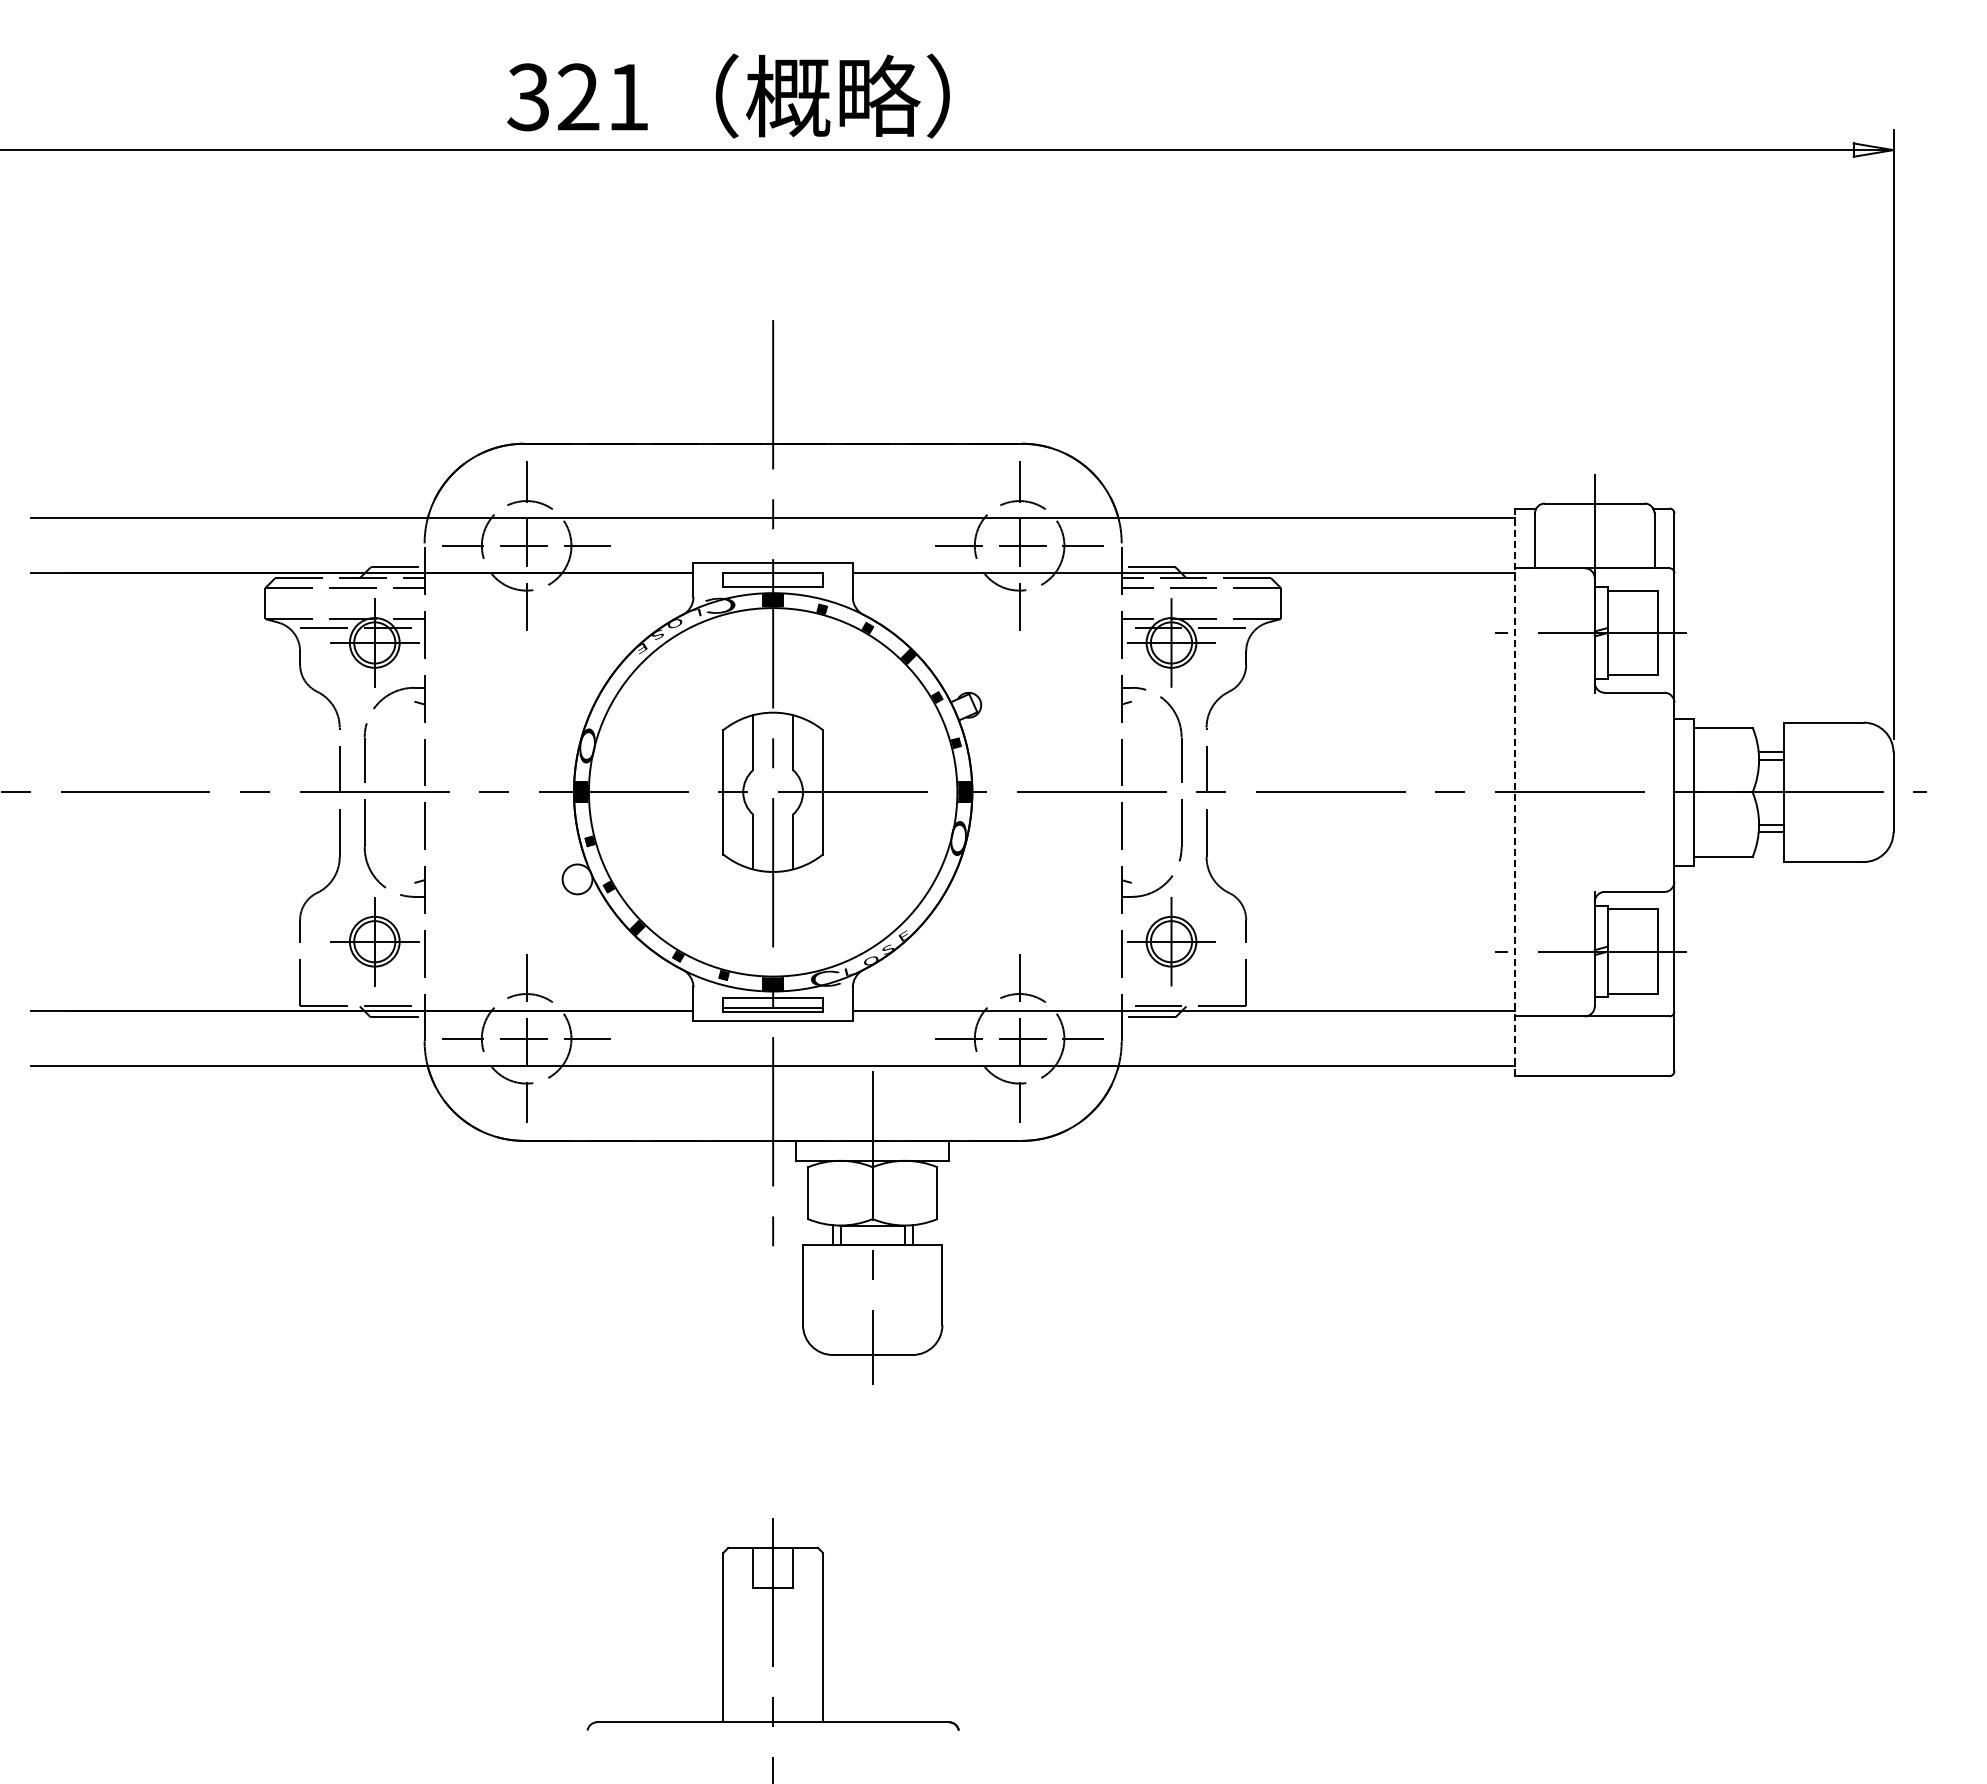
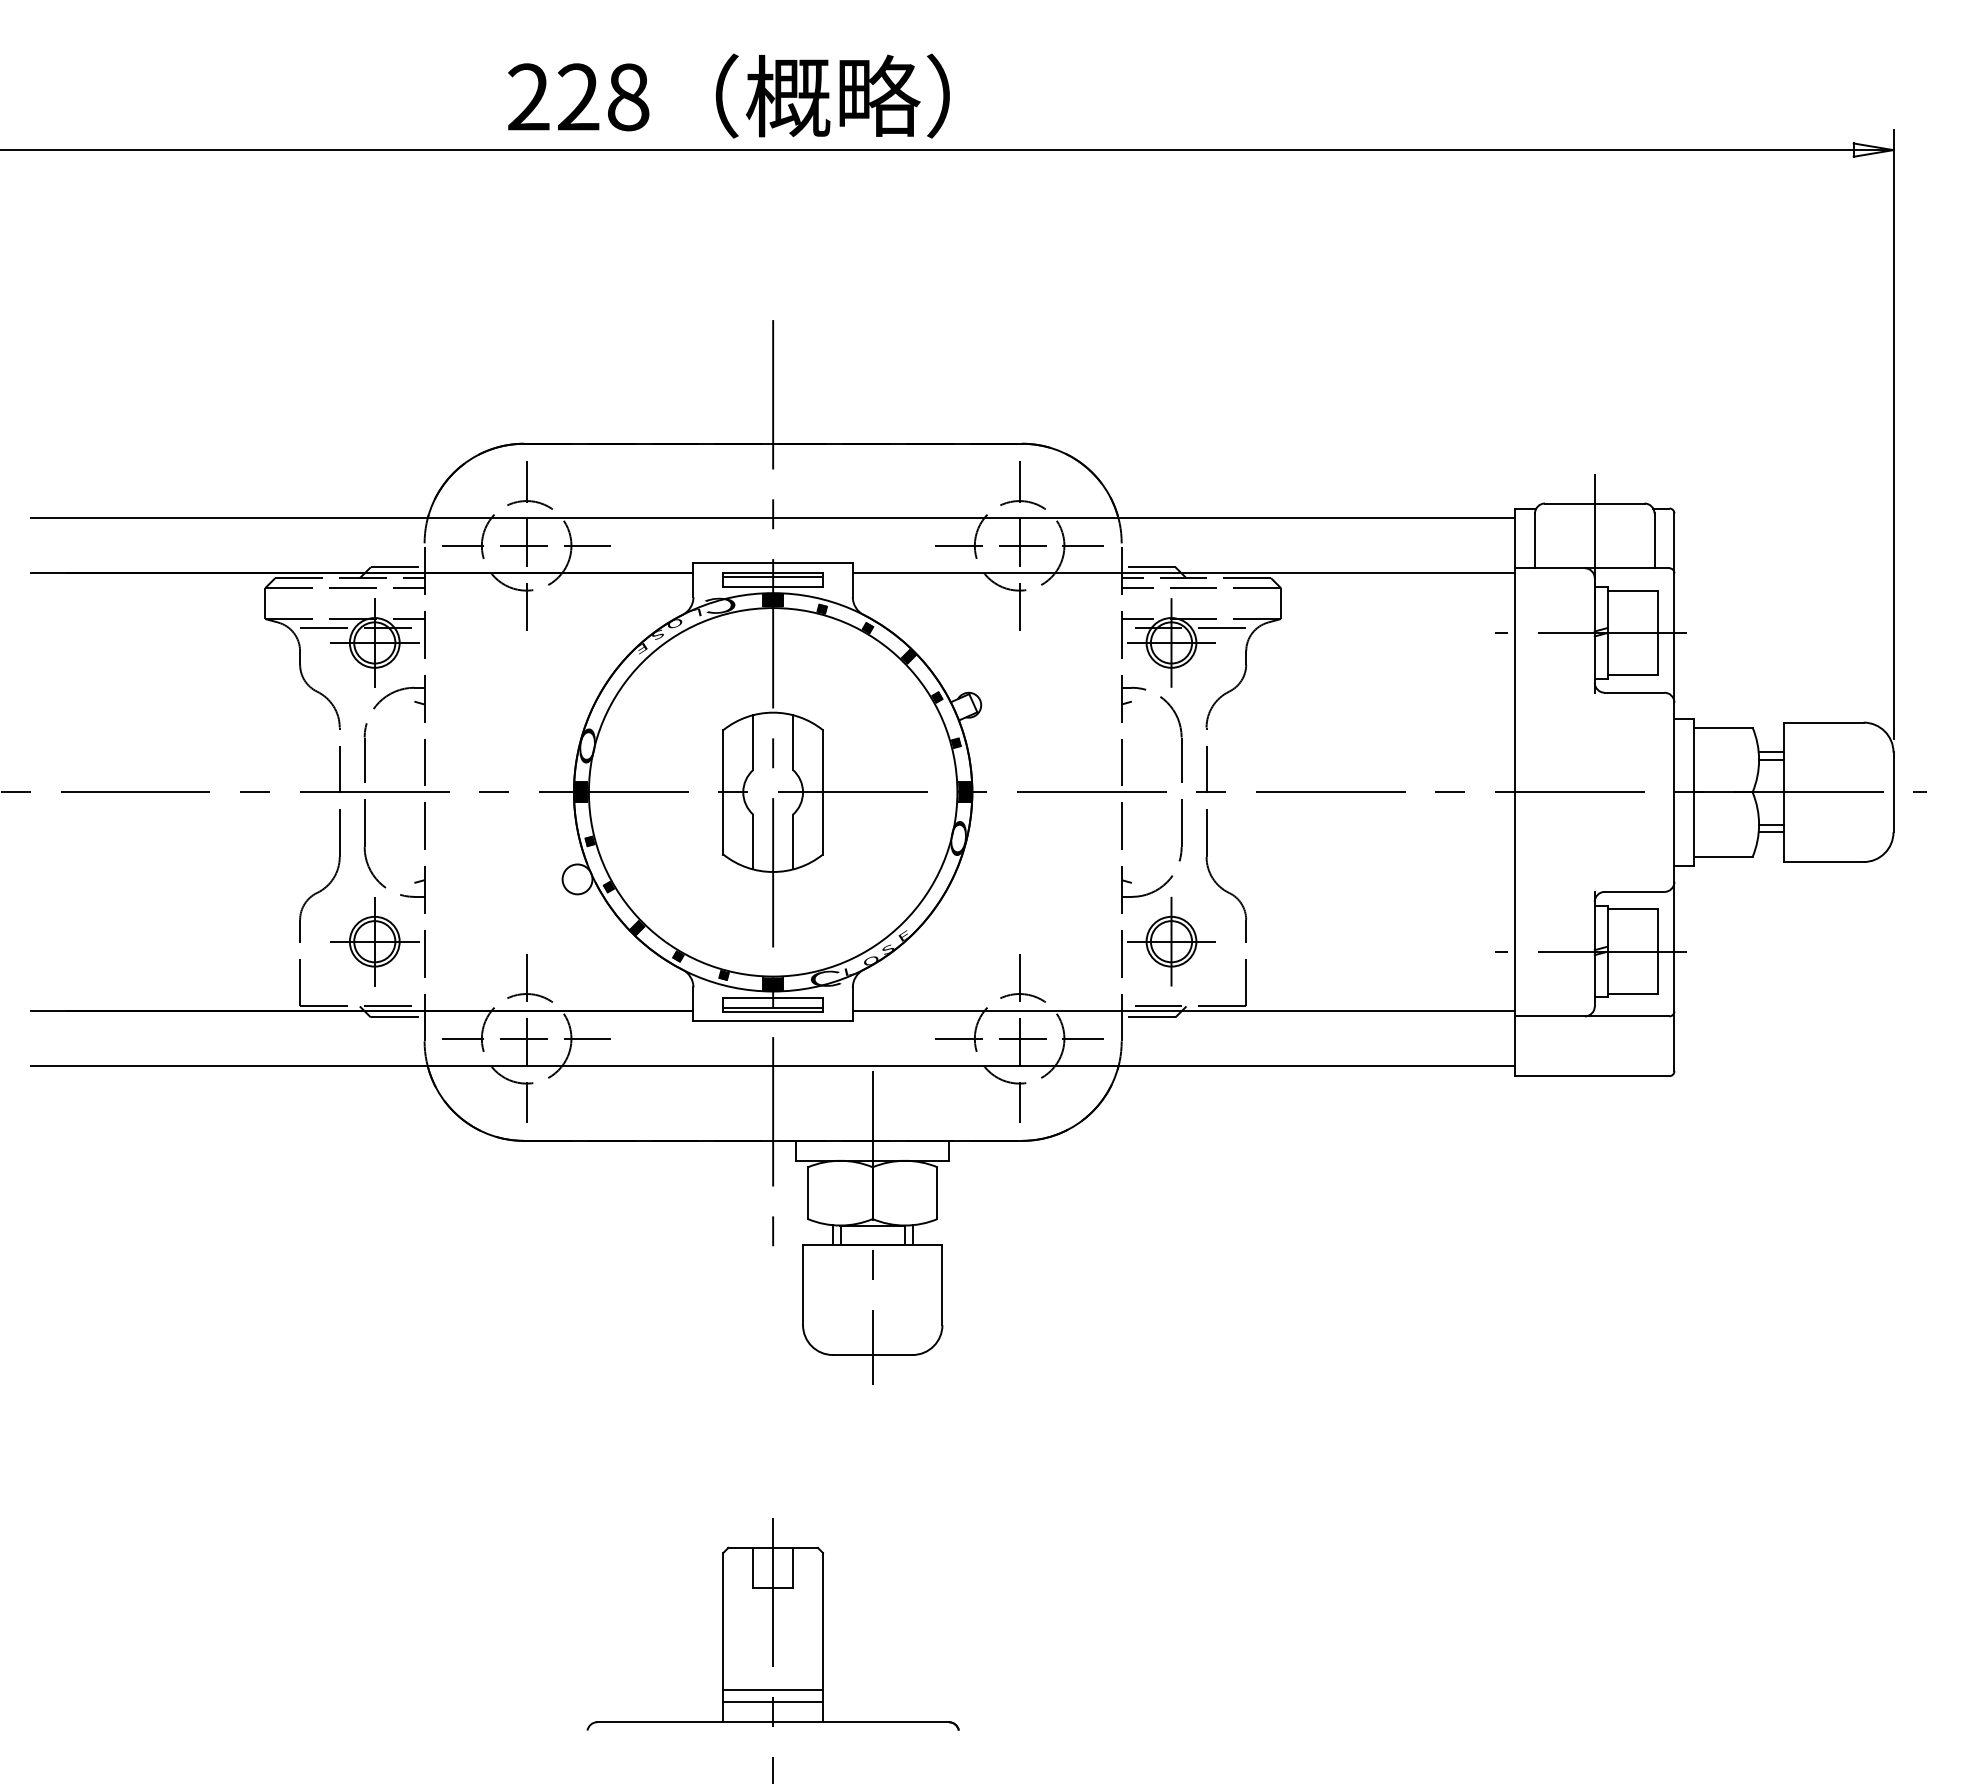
text at (578, 97): 321 -> 228
line at (772, 576): none -> present
line at (1515, 792): dashed -> solid
line at (772, 1690): none -> present
line at (772, 1701): none -> present
